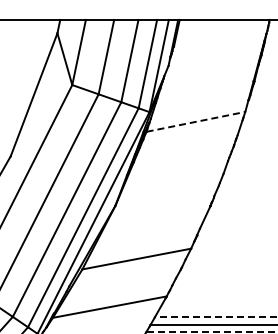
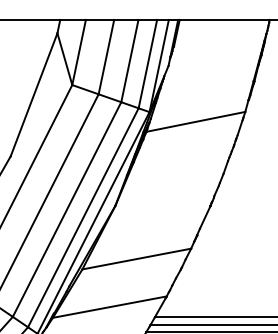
line at (196, 121): dashed -> solid
line at (215, 317): dashed -> solid
line at (211, 332): dashed -> solid
